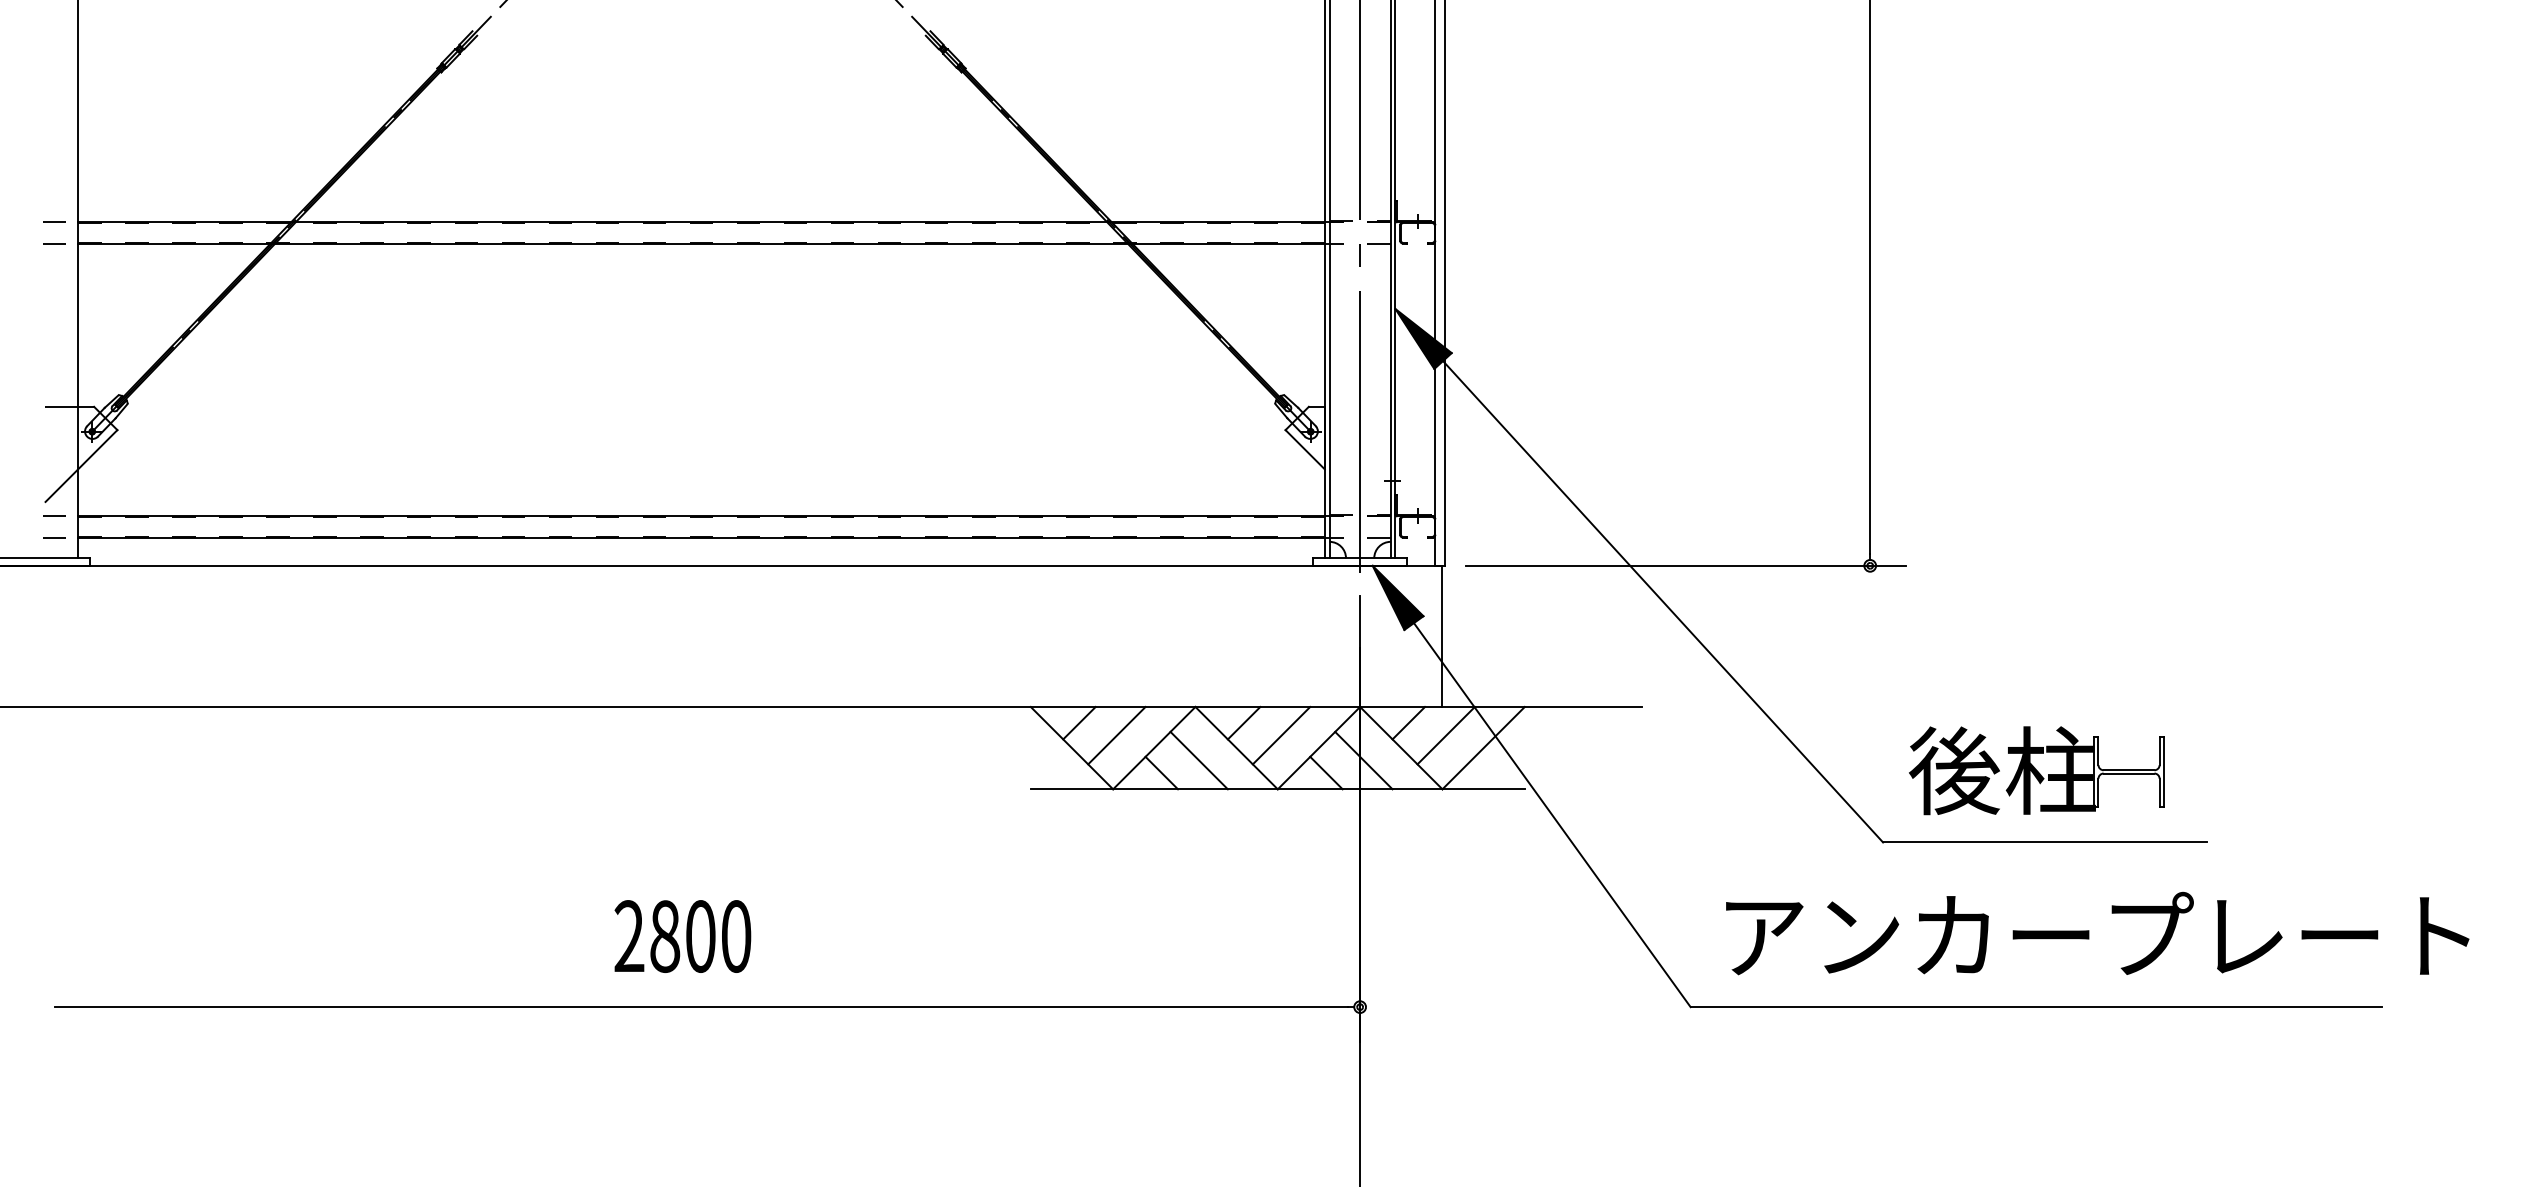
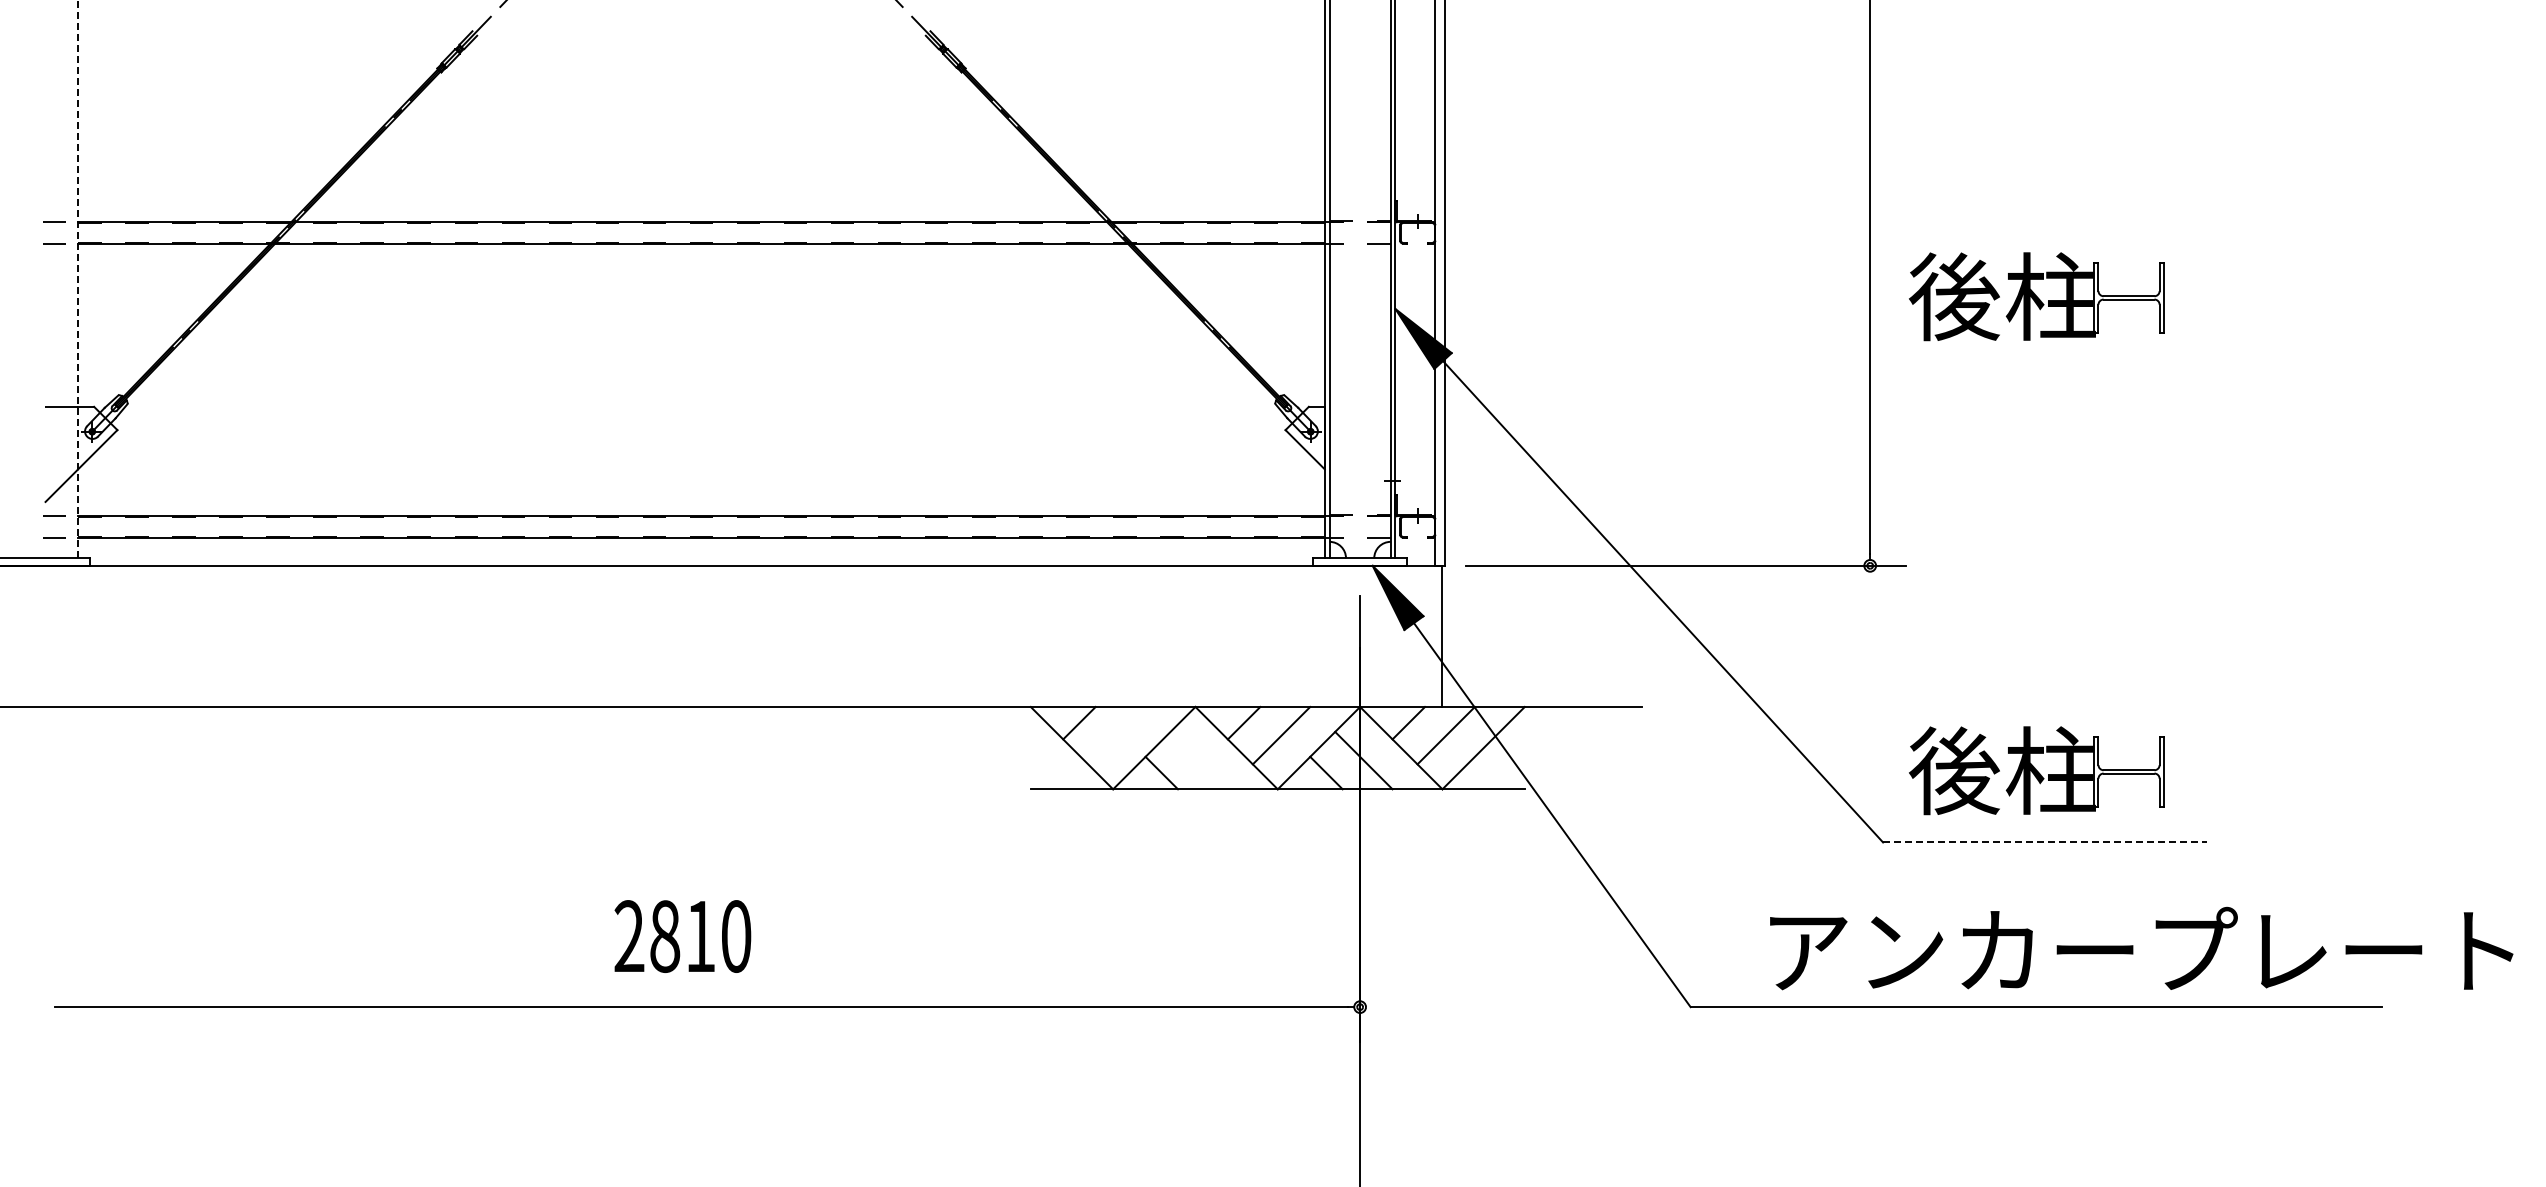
line at (78, 279): solid -> dashed
line at (1360, 287): present -> none
part at (2036, 296): none -> present
line at (1116, 735): present -> none
line at (1198, 760): present -> none
line at (2044, 842): solid -> dashed
text at (2097, 933) position: (2097, 933) -> (2141, 948)
text at (700, 936): 2800 -> 2810
